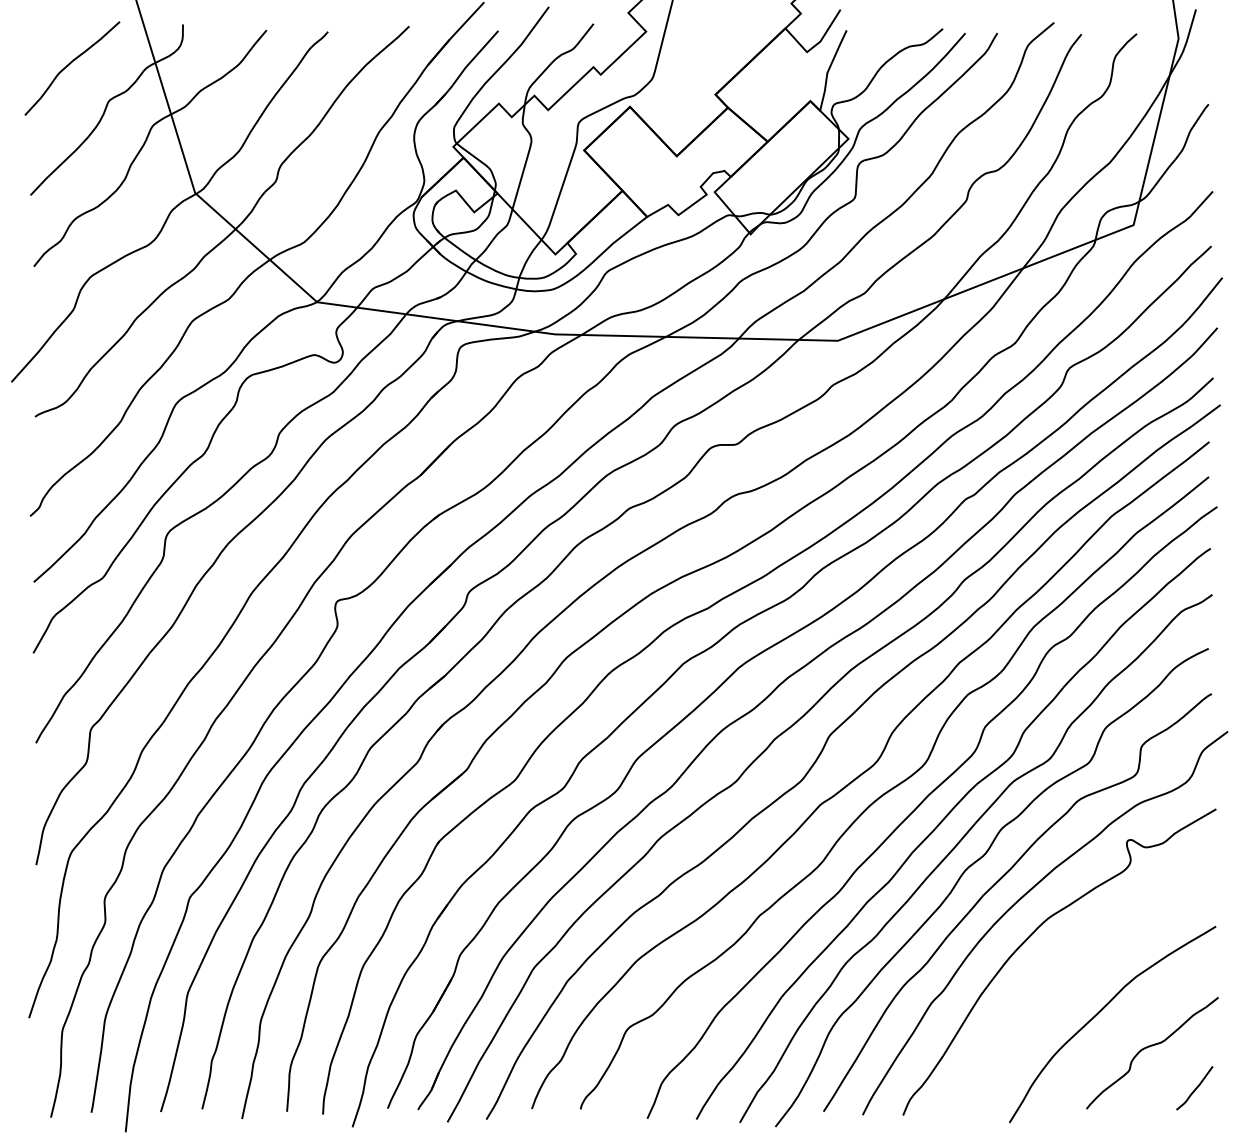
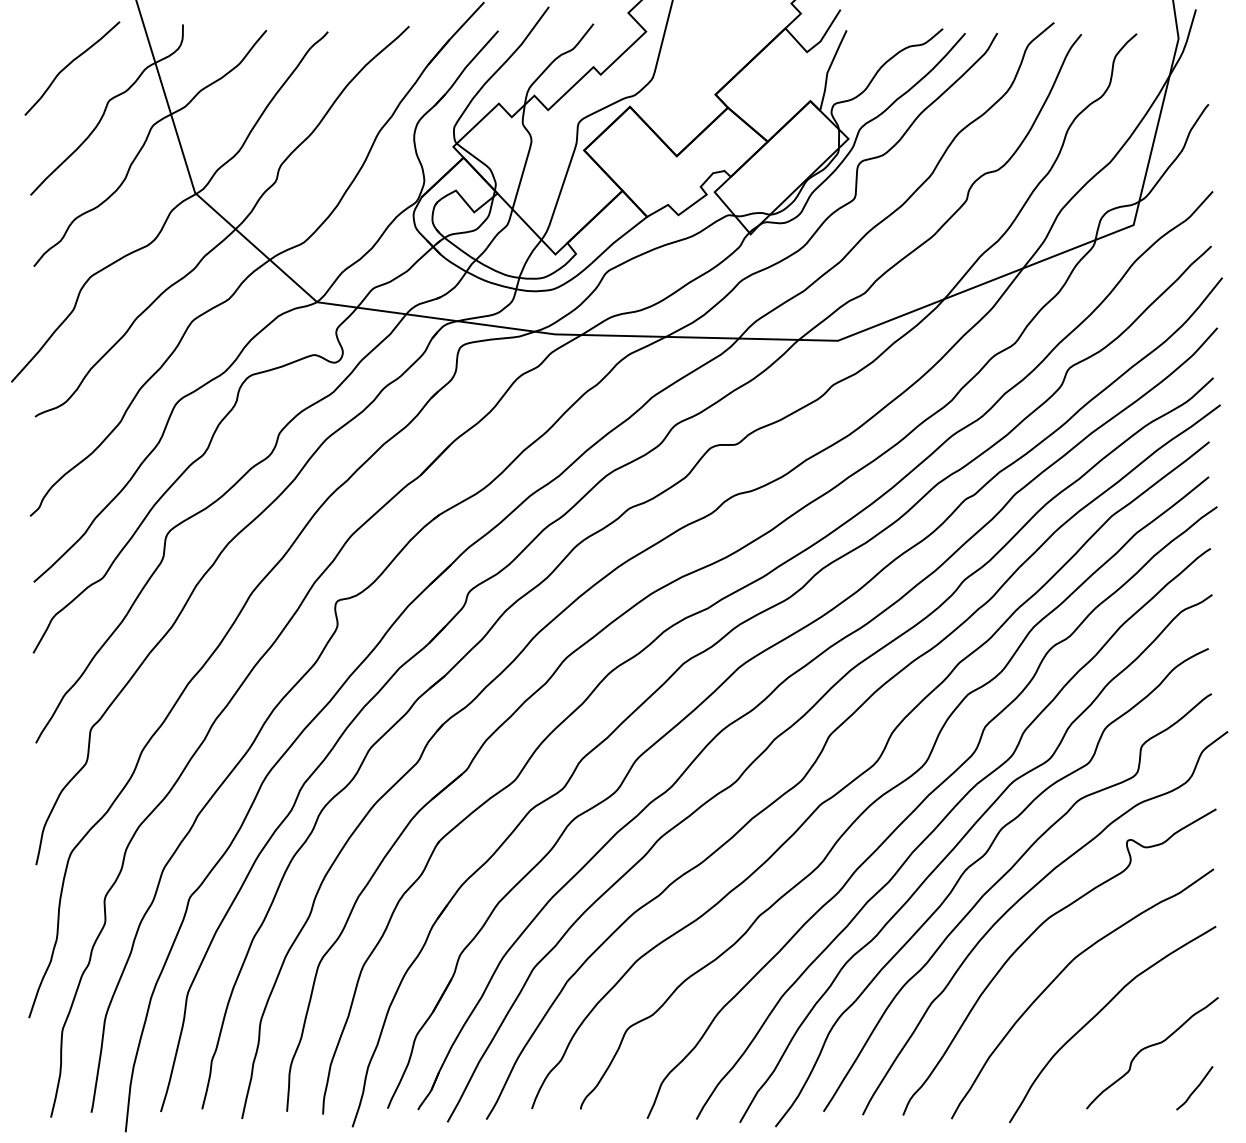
curve at (1062, 972): none -> present
